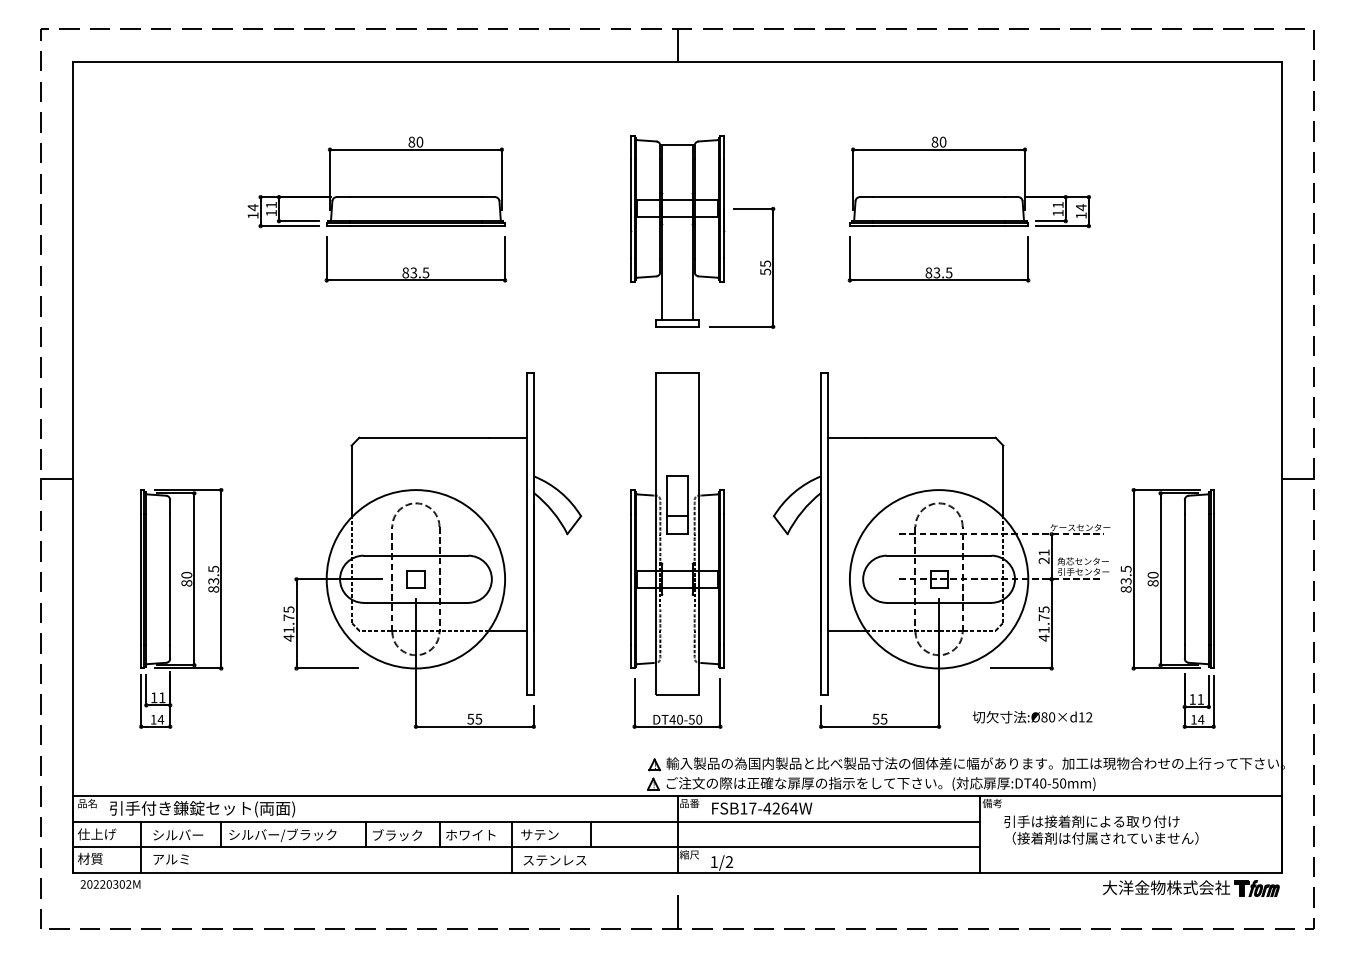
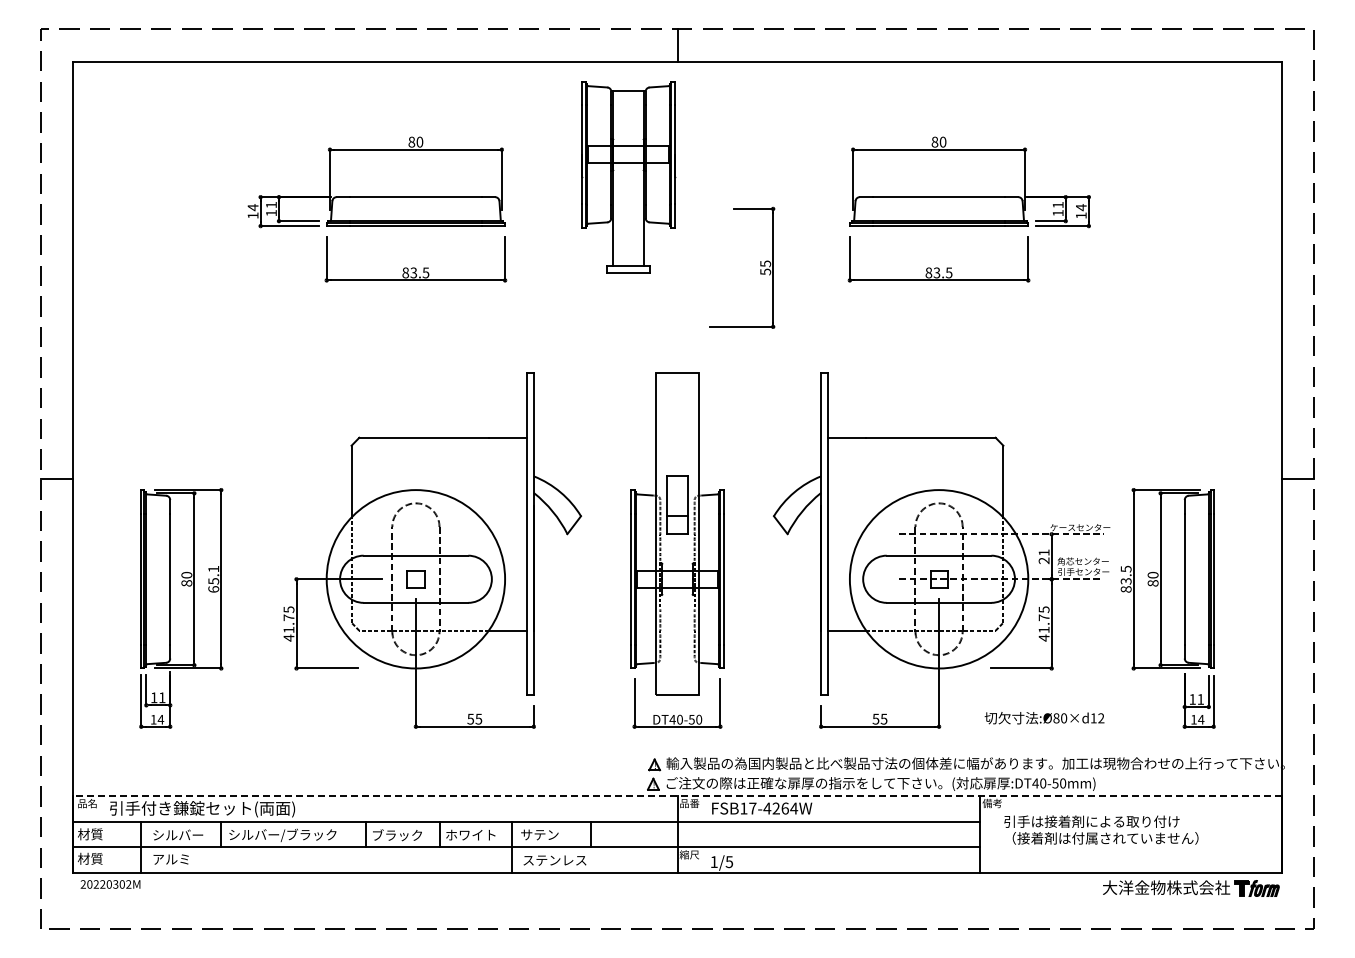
part at (677, 231) position: (677, 231) -> (628, 177)
text at (213, 578): 83.5 -> 65.1
text at (1032, 717) position: (1032, 717) -> (1044, 718)
line at (677, 795): solid -> dashed
text at (96, 834): 仕上げ -> 材質
text at (729, 862): 1/2 -> 1/5
line at (677, 912): present -> none
